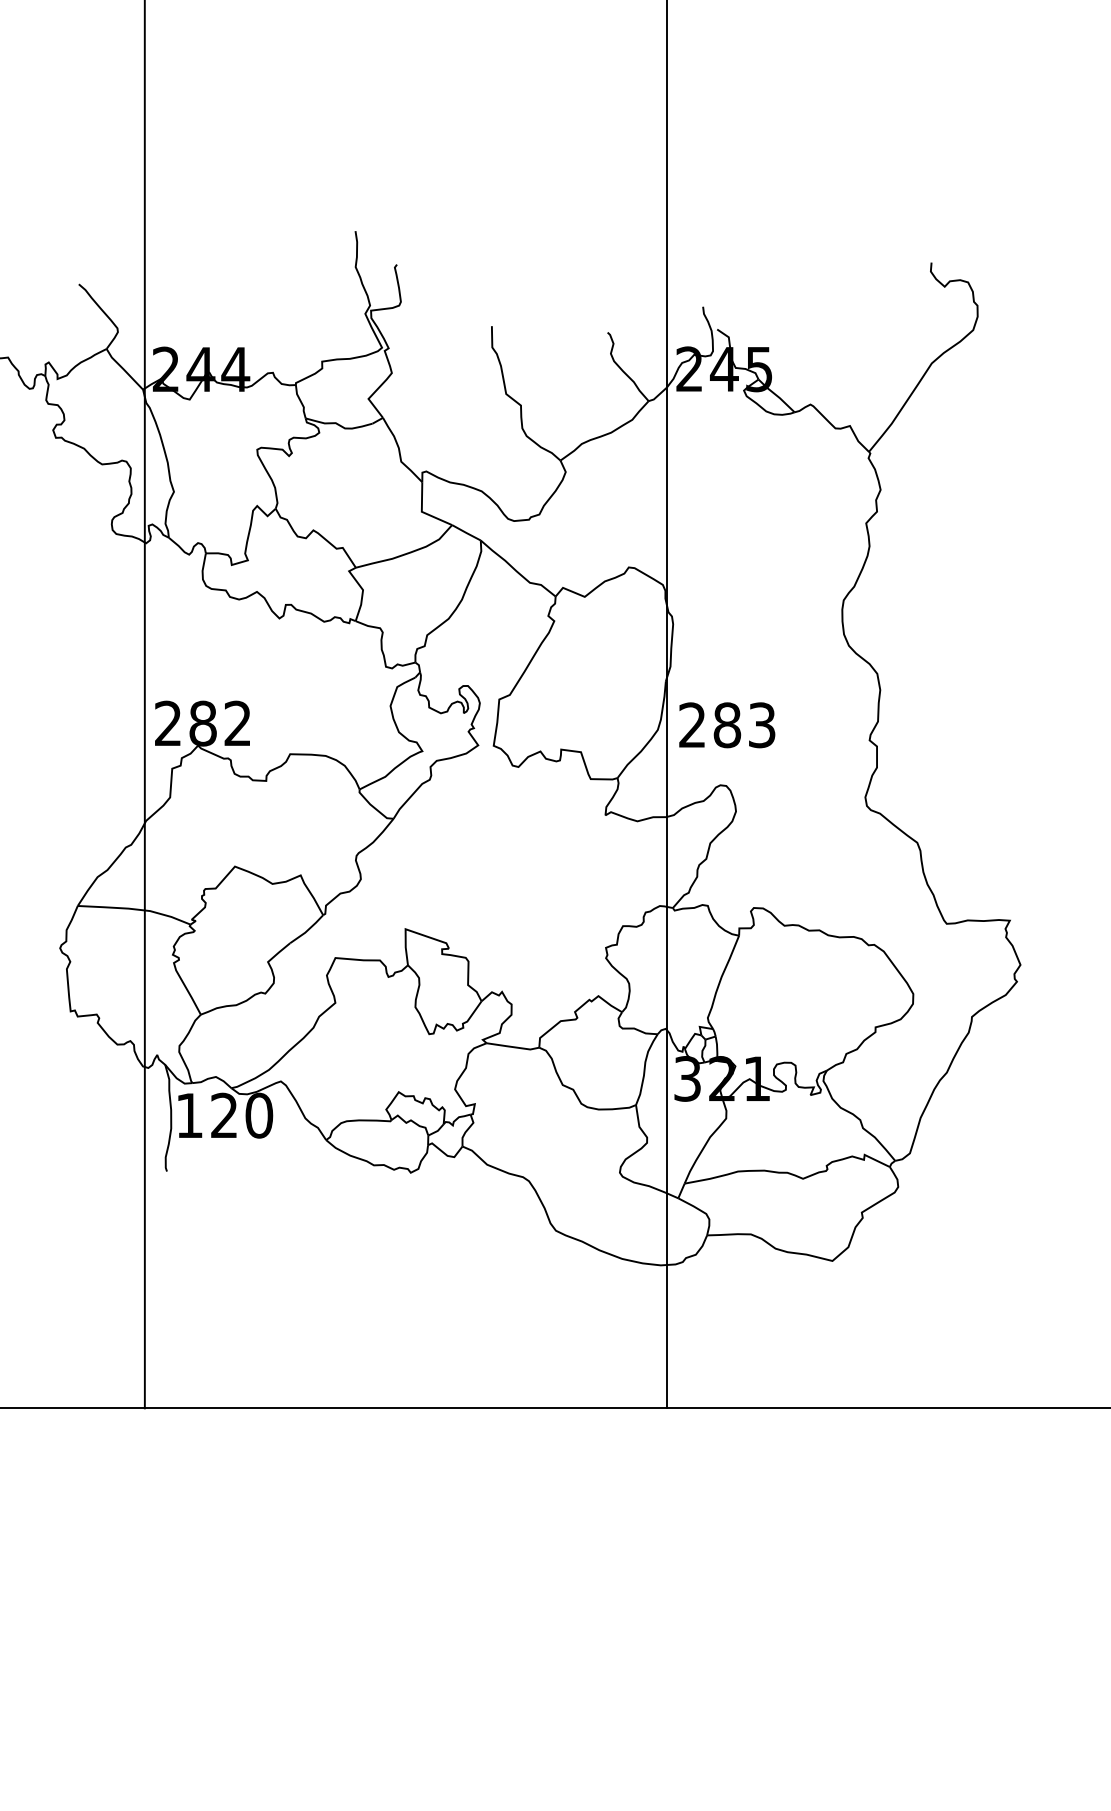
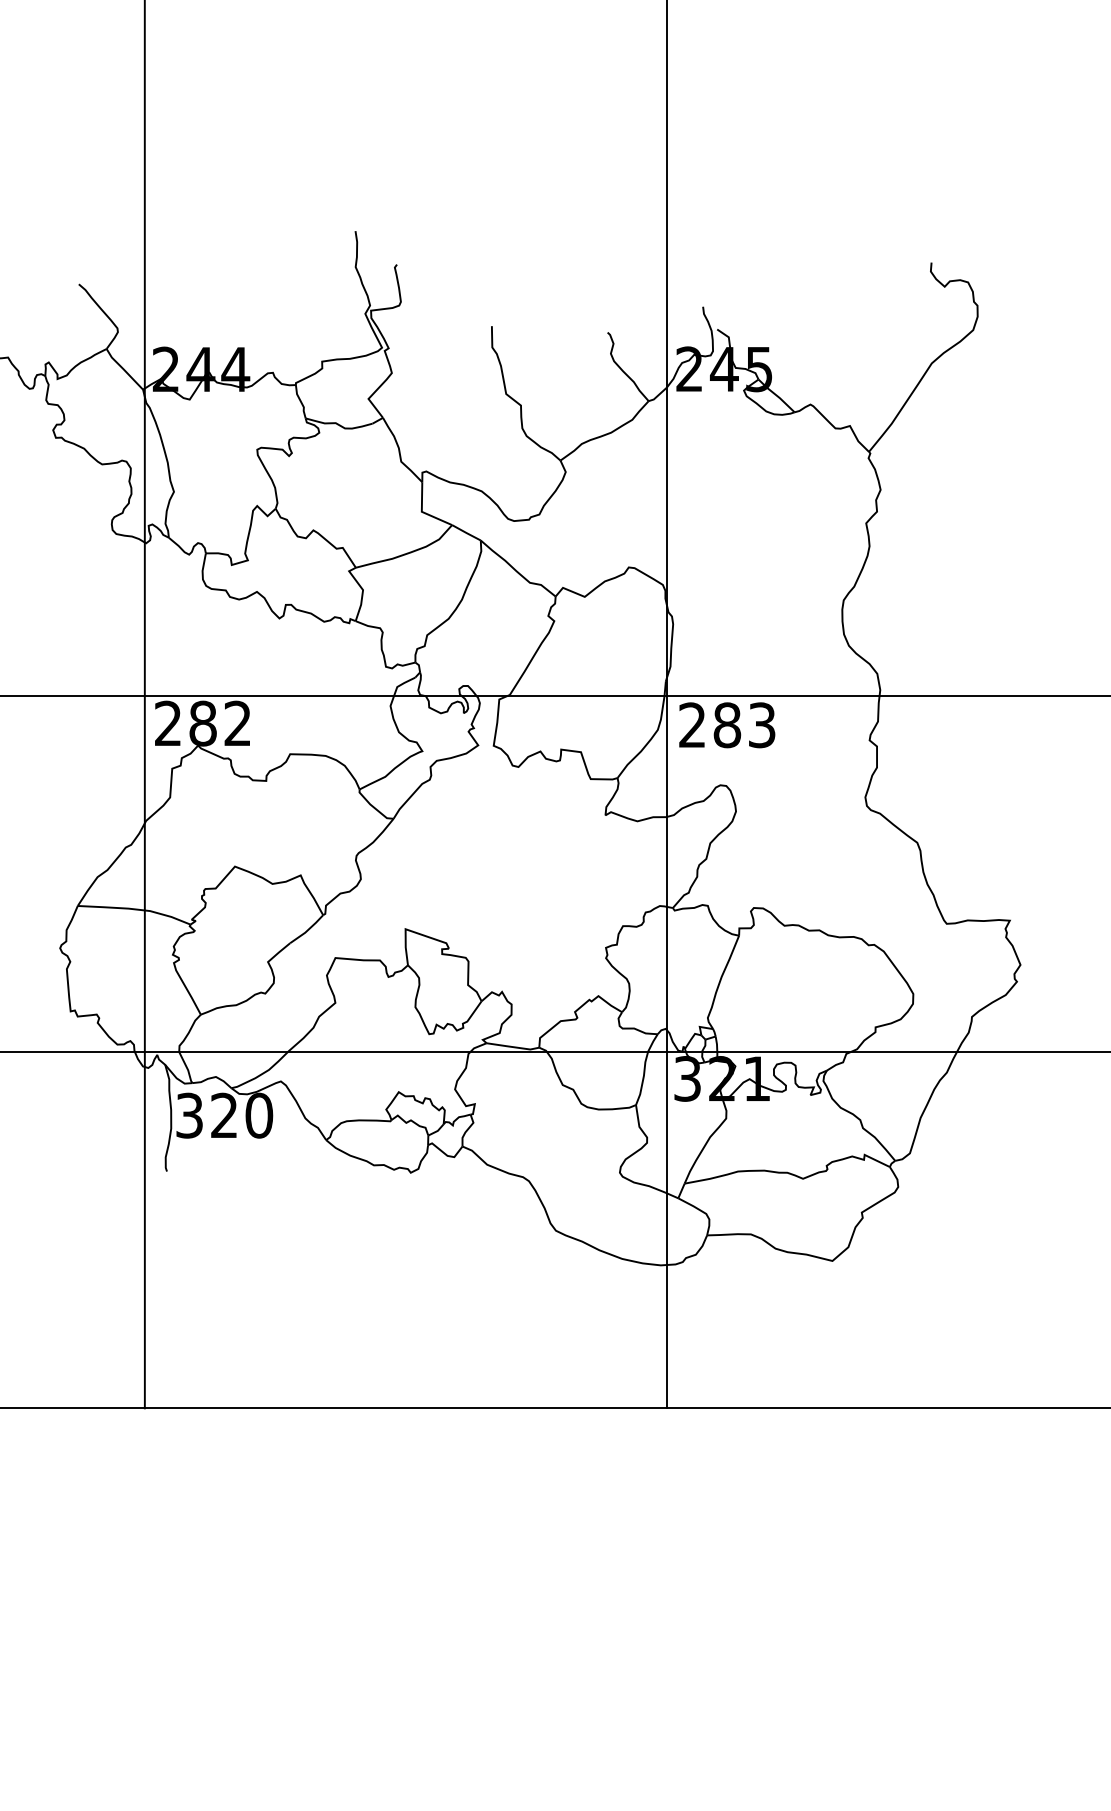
line at (554, 695): none -> present
line at (554, 1052): none -> present
text at (189, 1115): 120 -> 320
